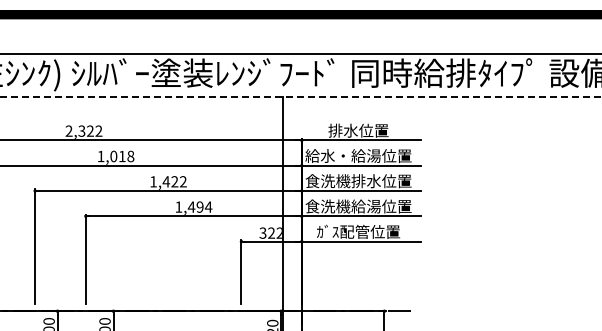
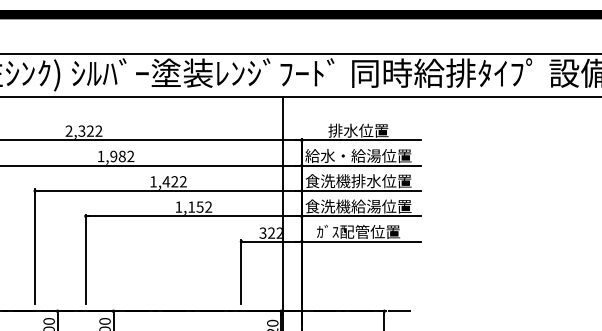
line at (301, 96): dashed -> solid
text at (122, 156): 1,018 -> 1,982
text at (199, 206): 1,494 -> 1,152
